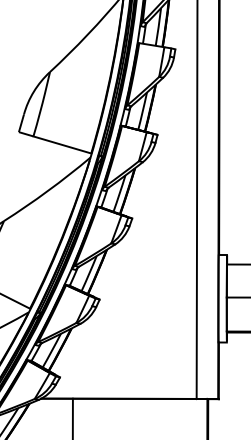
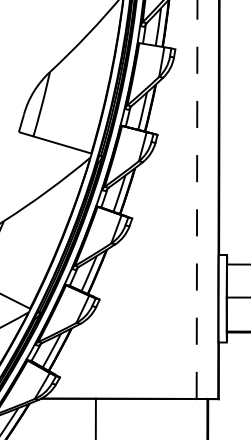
line at (197, 198): solid -> dashed
line at (72, 417) position: (72, 417) -> (95, 417)
